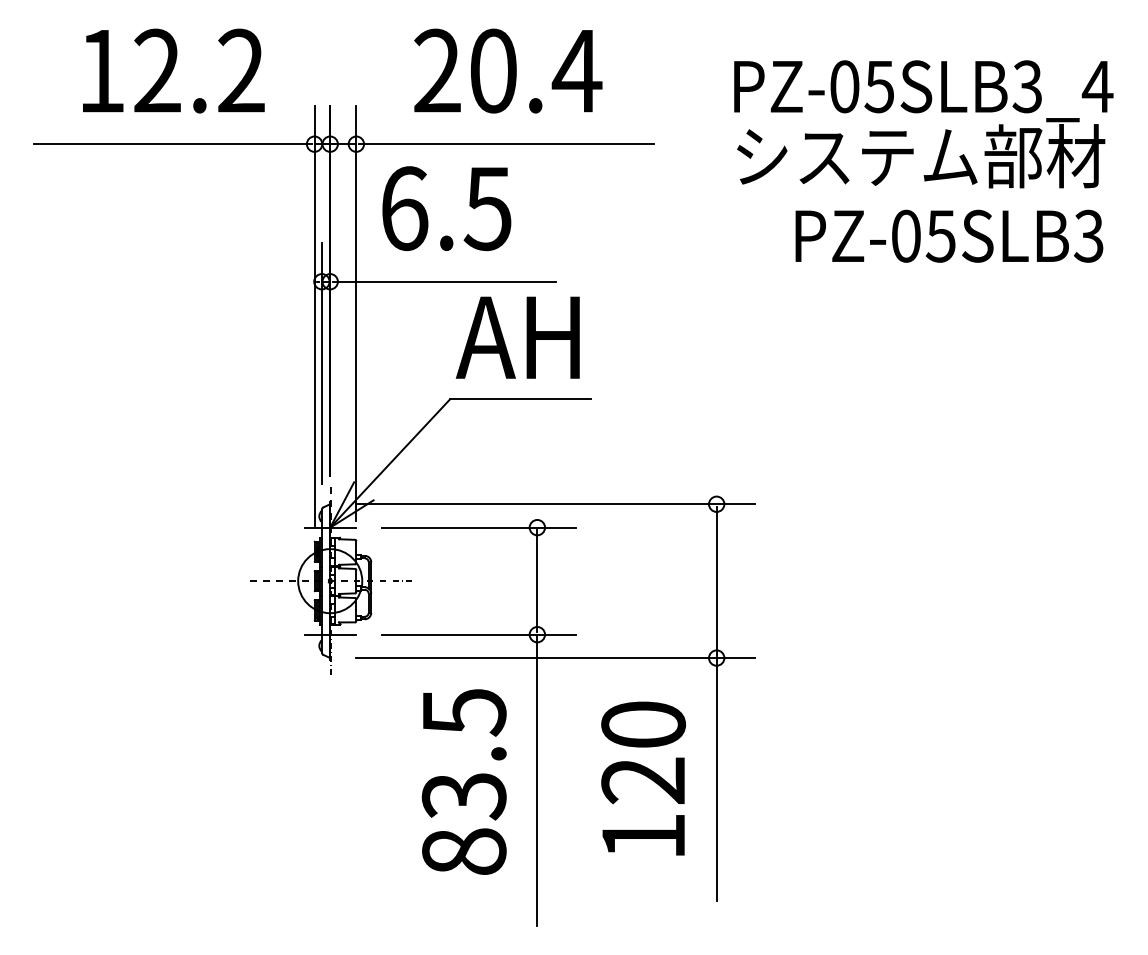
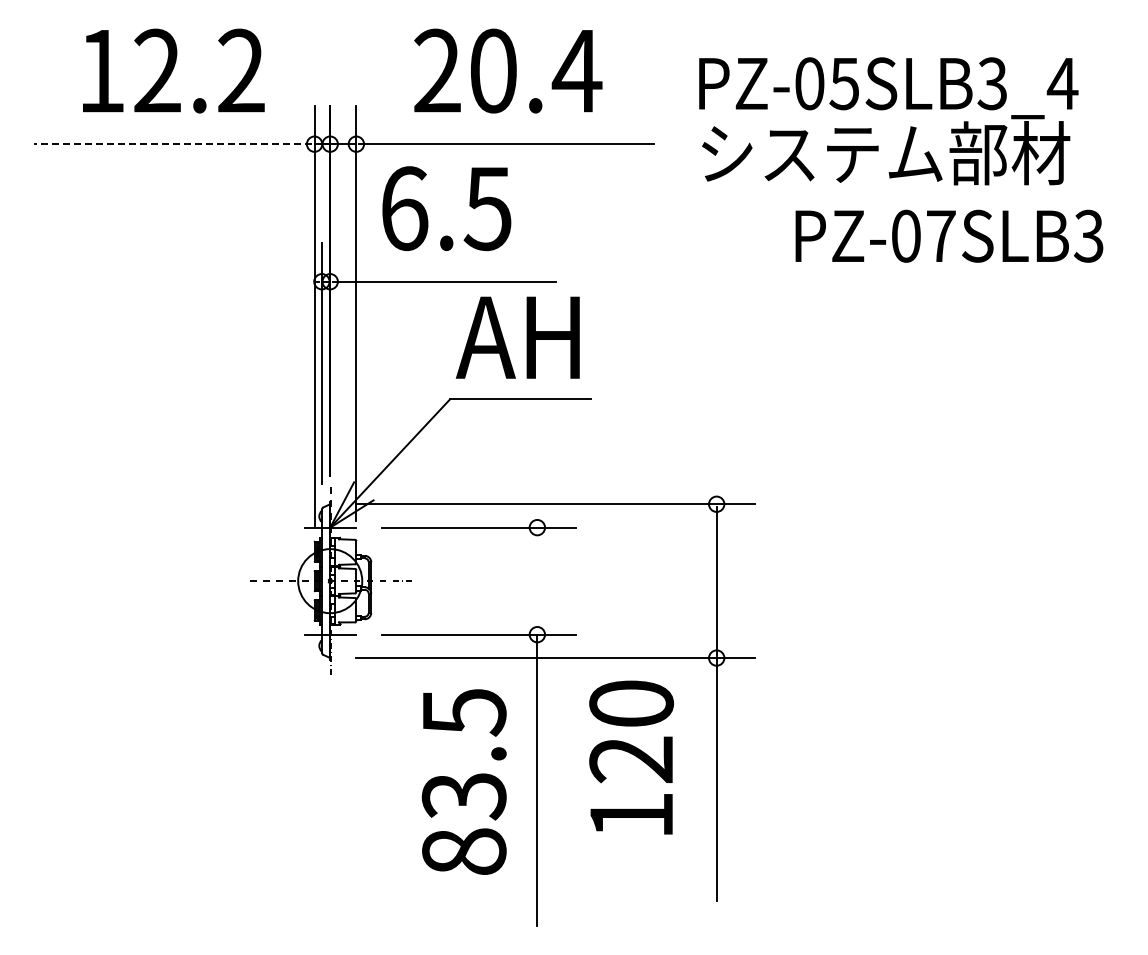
text at (923, 124) position: (923, 124) -> (888, 121)
line at (173, 144): solid -> dashed
text at (940, 236): PZ-05SLB3 -> PZ-07SLB3
line at (537, 581): present -> none
text at (643, 778) position: (643, 778) -> (631, 757)
